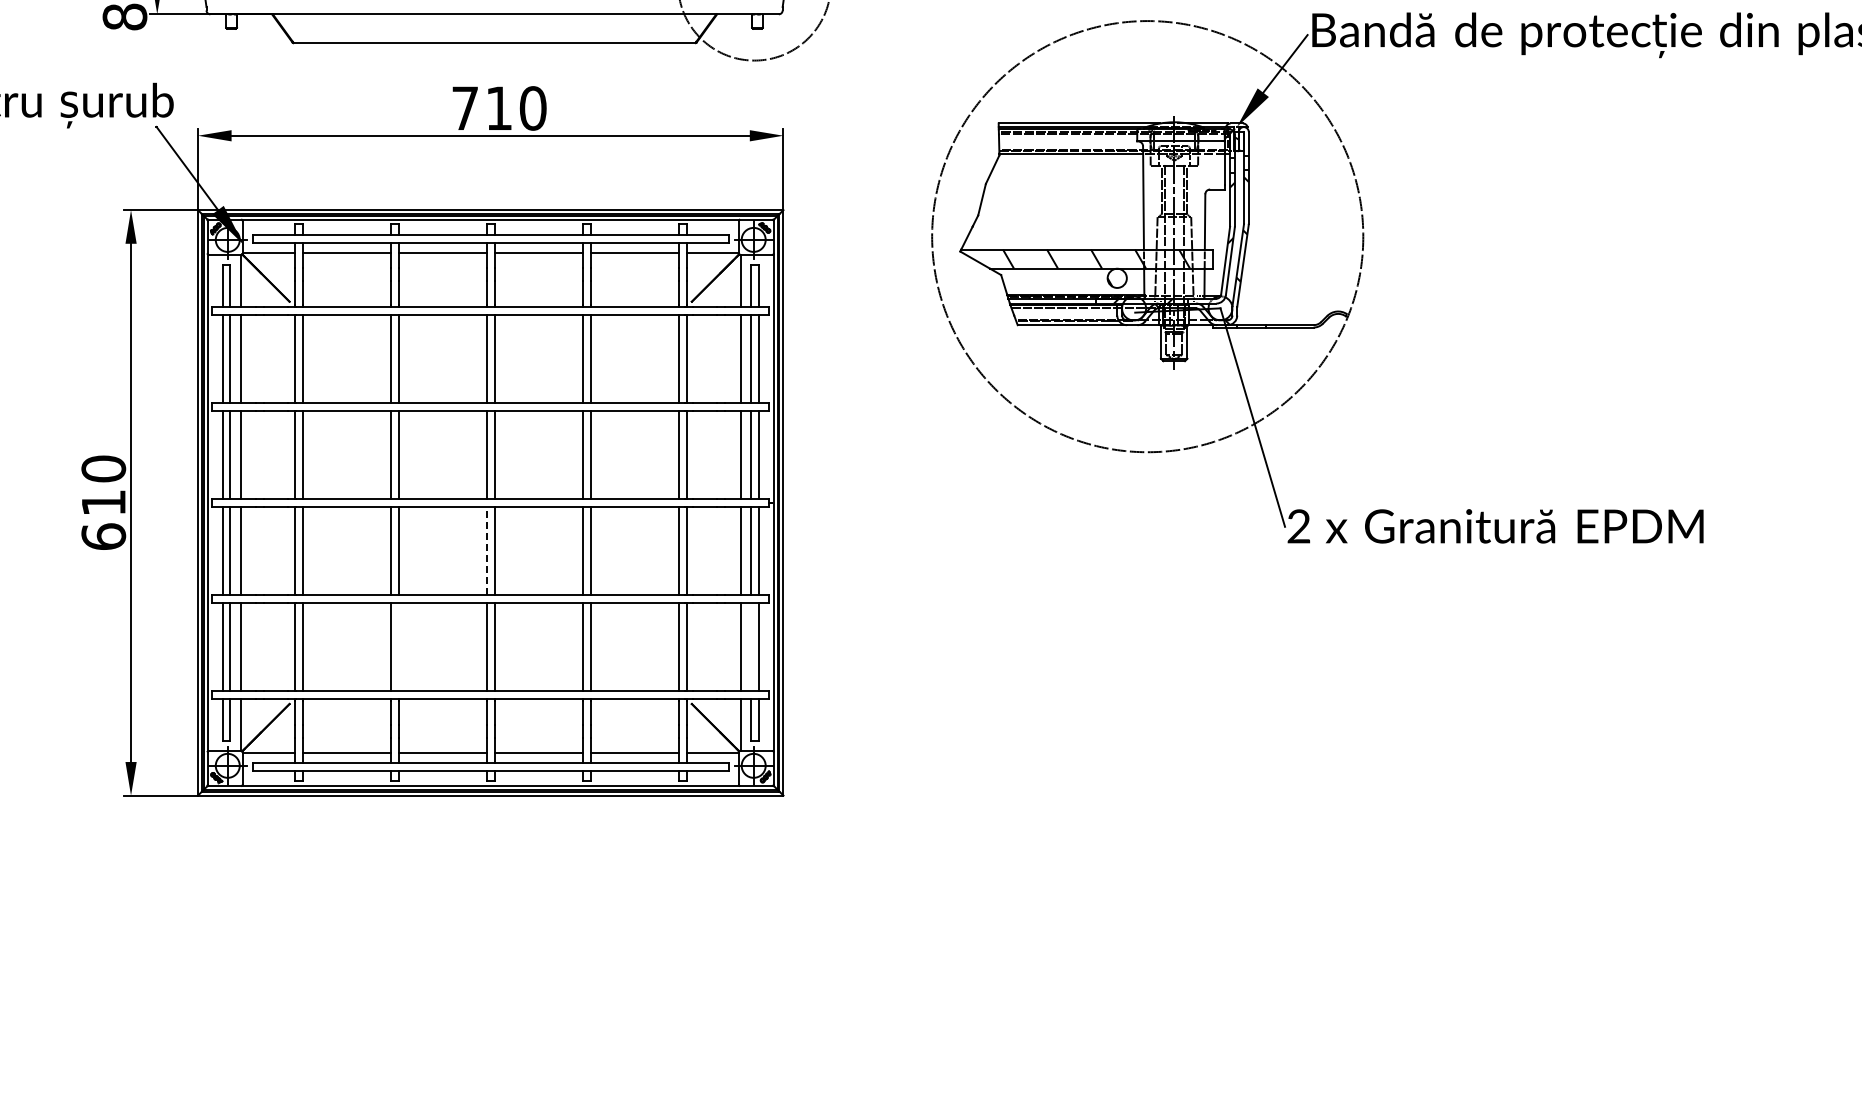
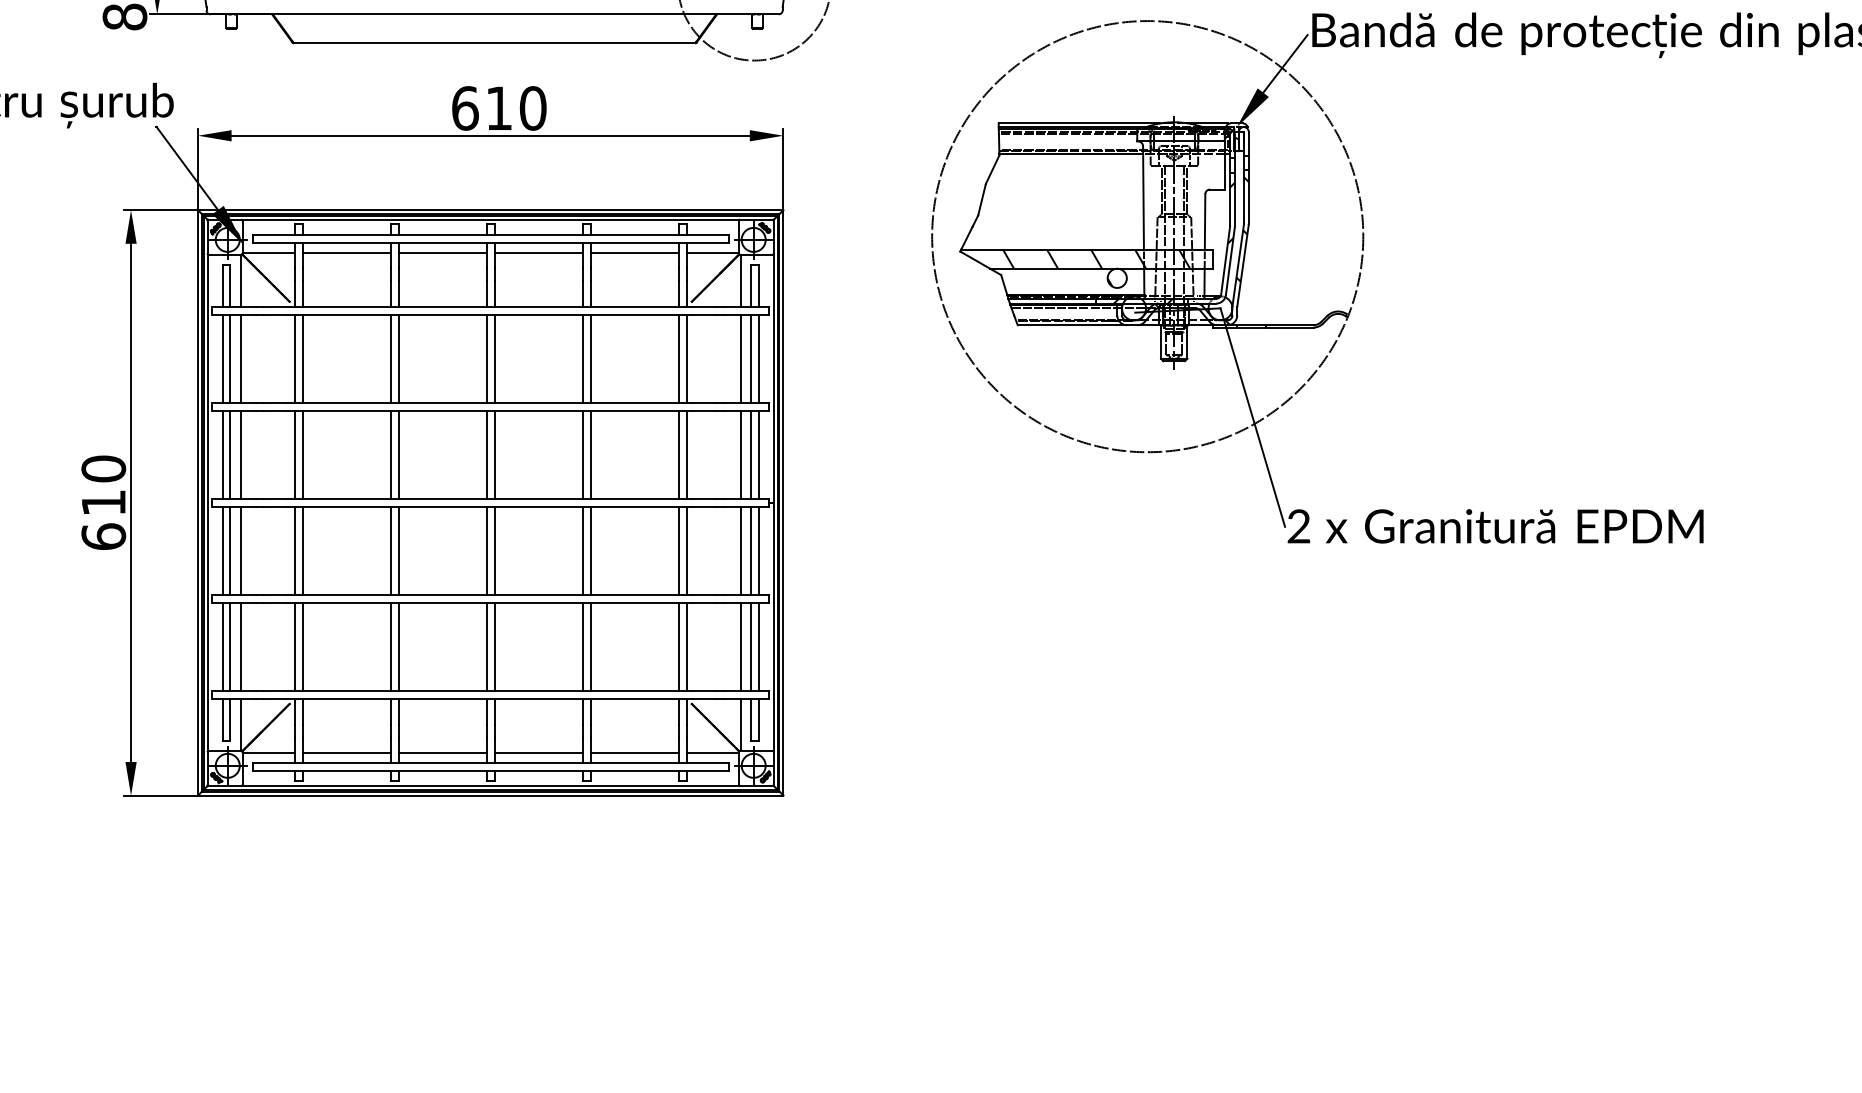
text at (465, 108): 710 -> 610
line at (486, 550): dashed -> solid
line at (398, 646): none -> present
line at (751, 646): none -> present
